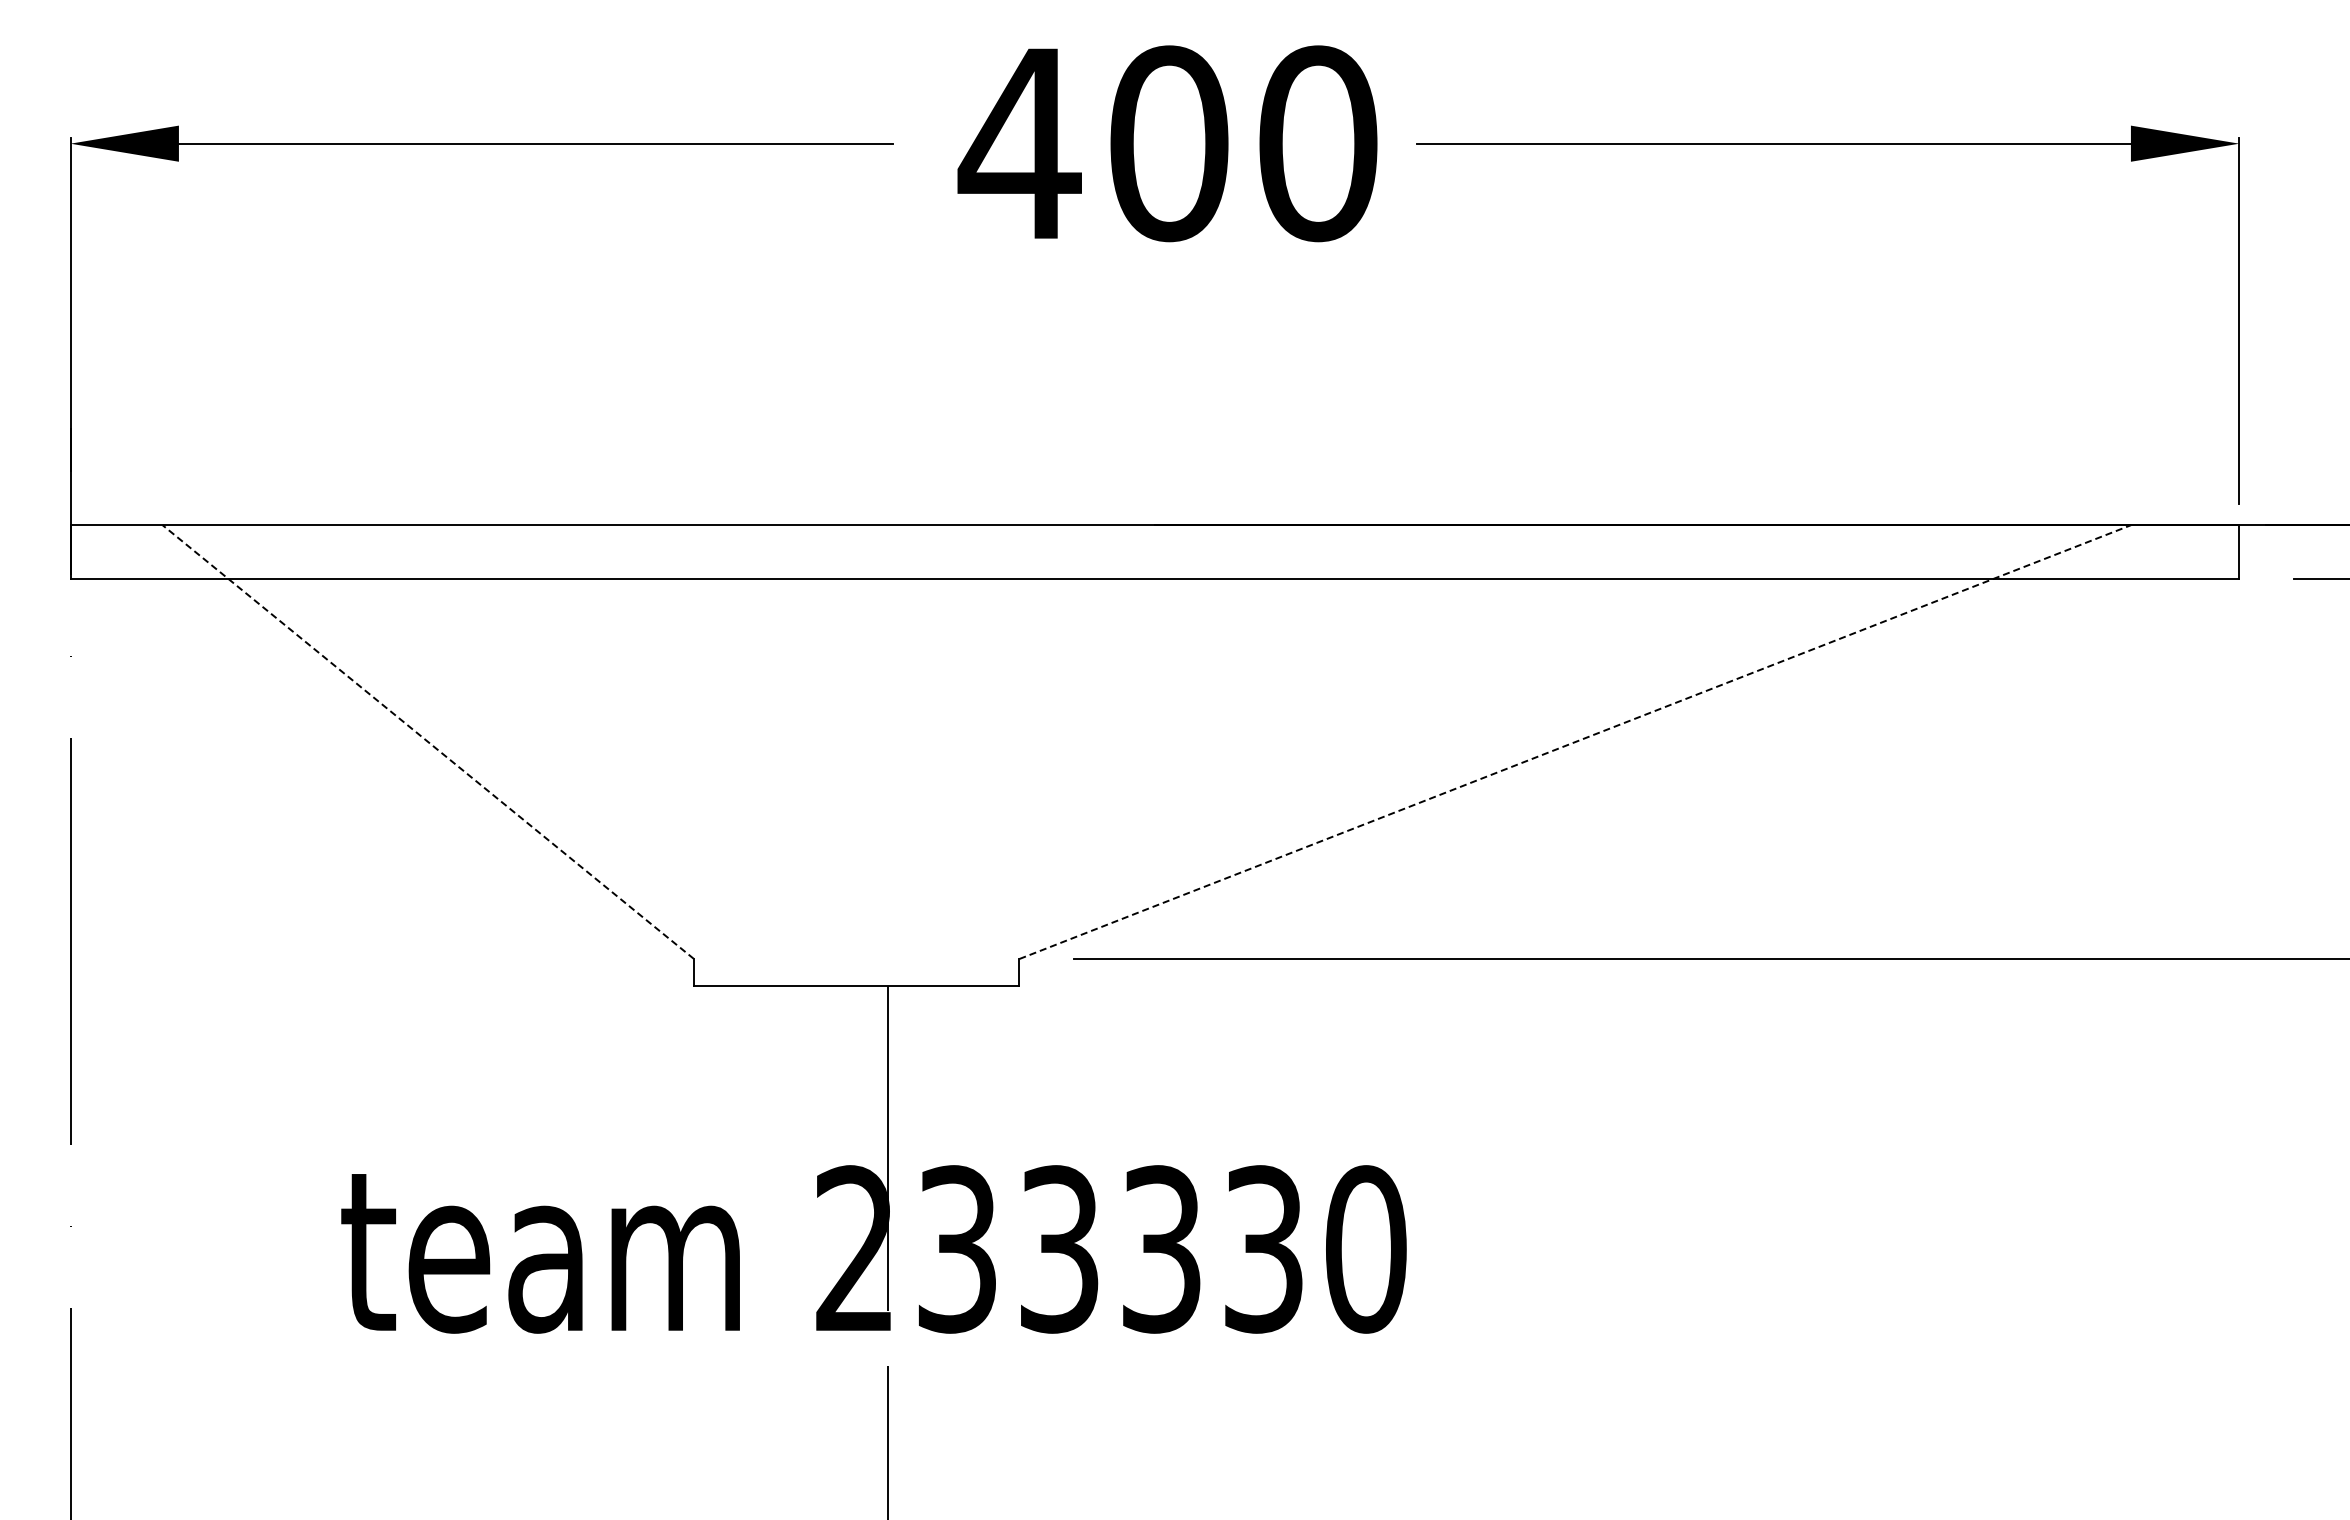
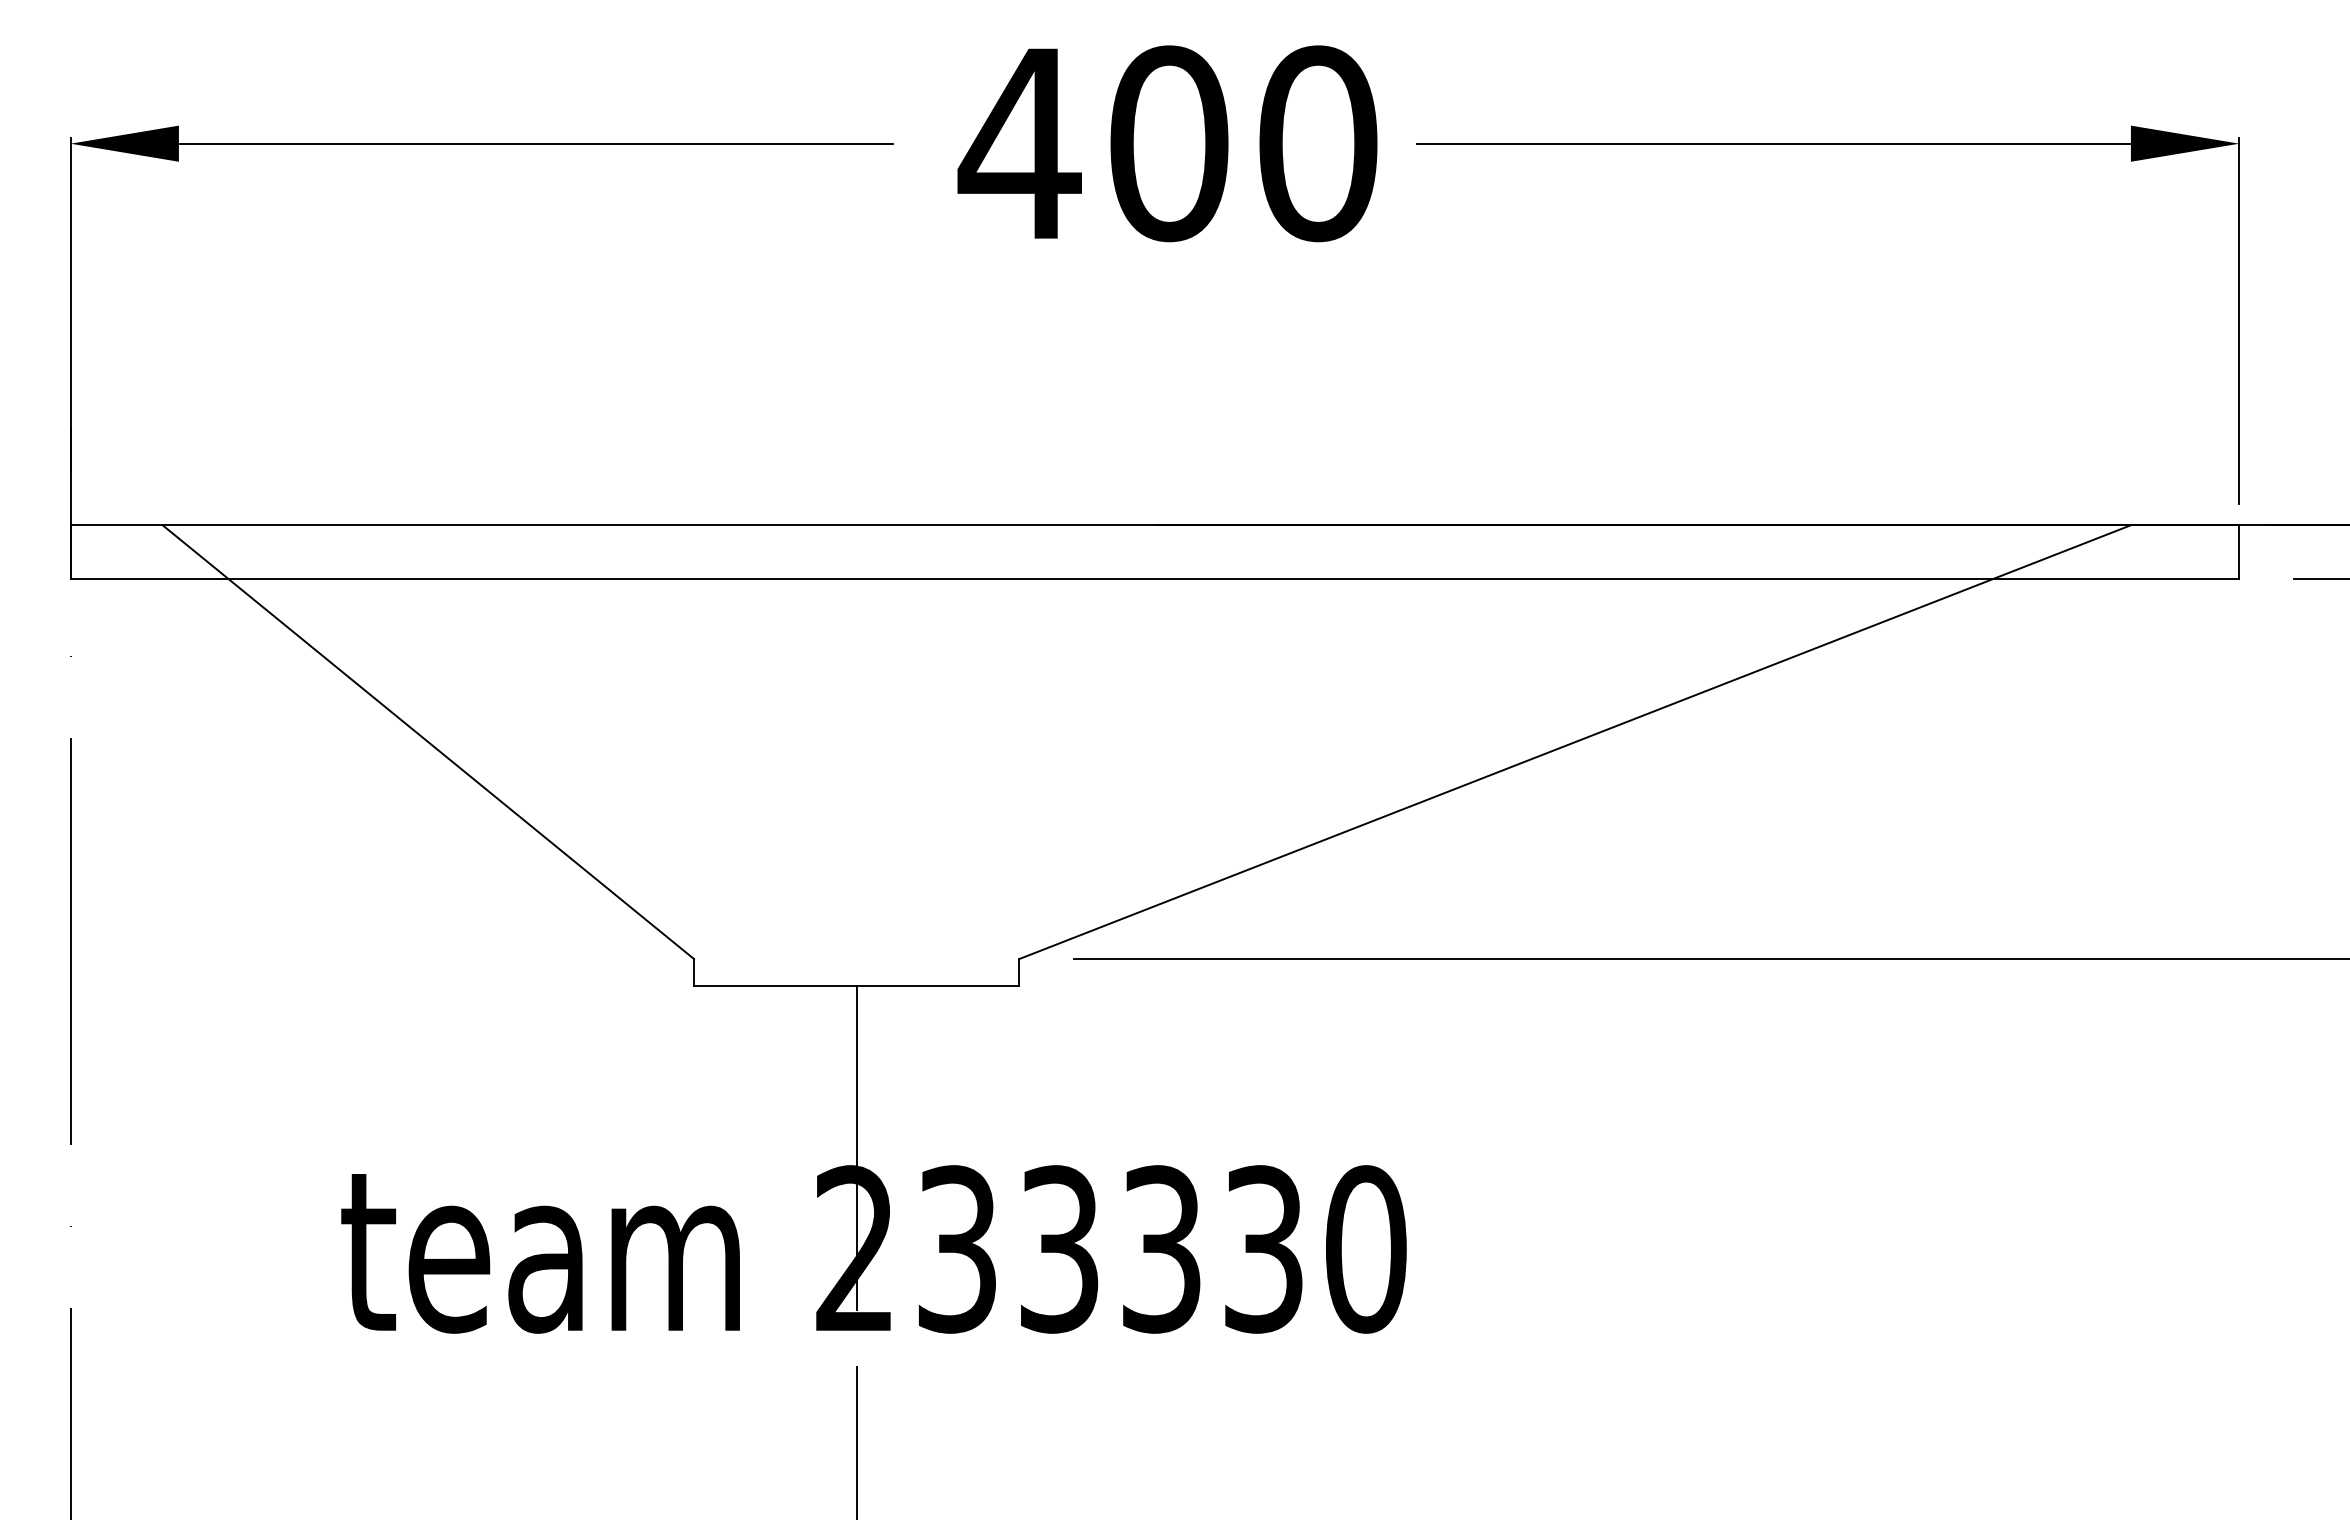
line at (428, 742): dashed -> solid
line at (1575, 742): dashed -> solid
line at (887, 1251) position: (887, 1251) -> (856, 1251)
